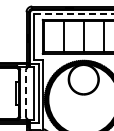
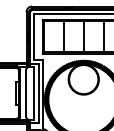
line at (73, 14): dashed -> solid
line at (25, 93): dashed -> solid
